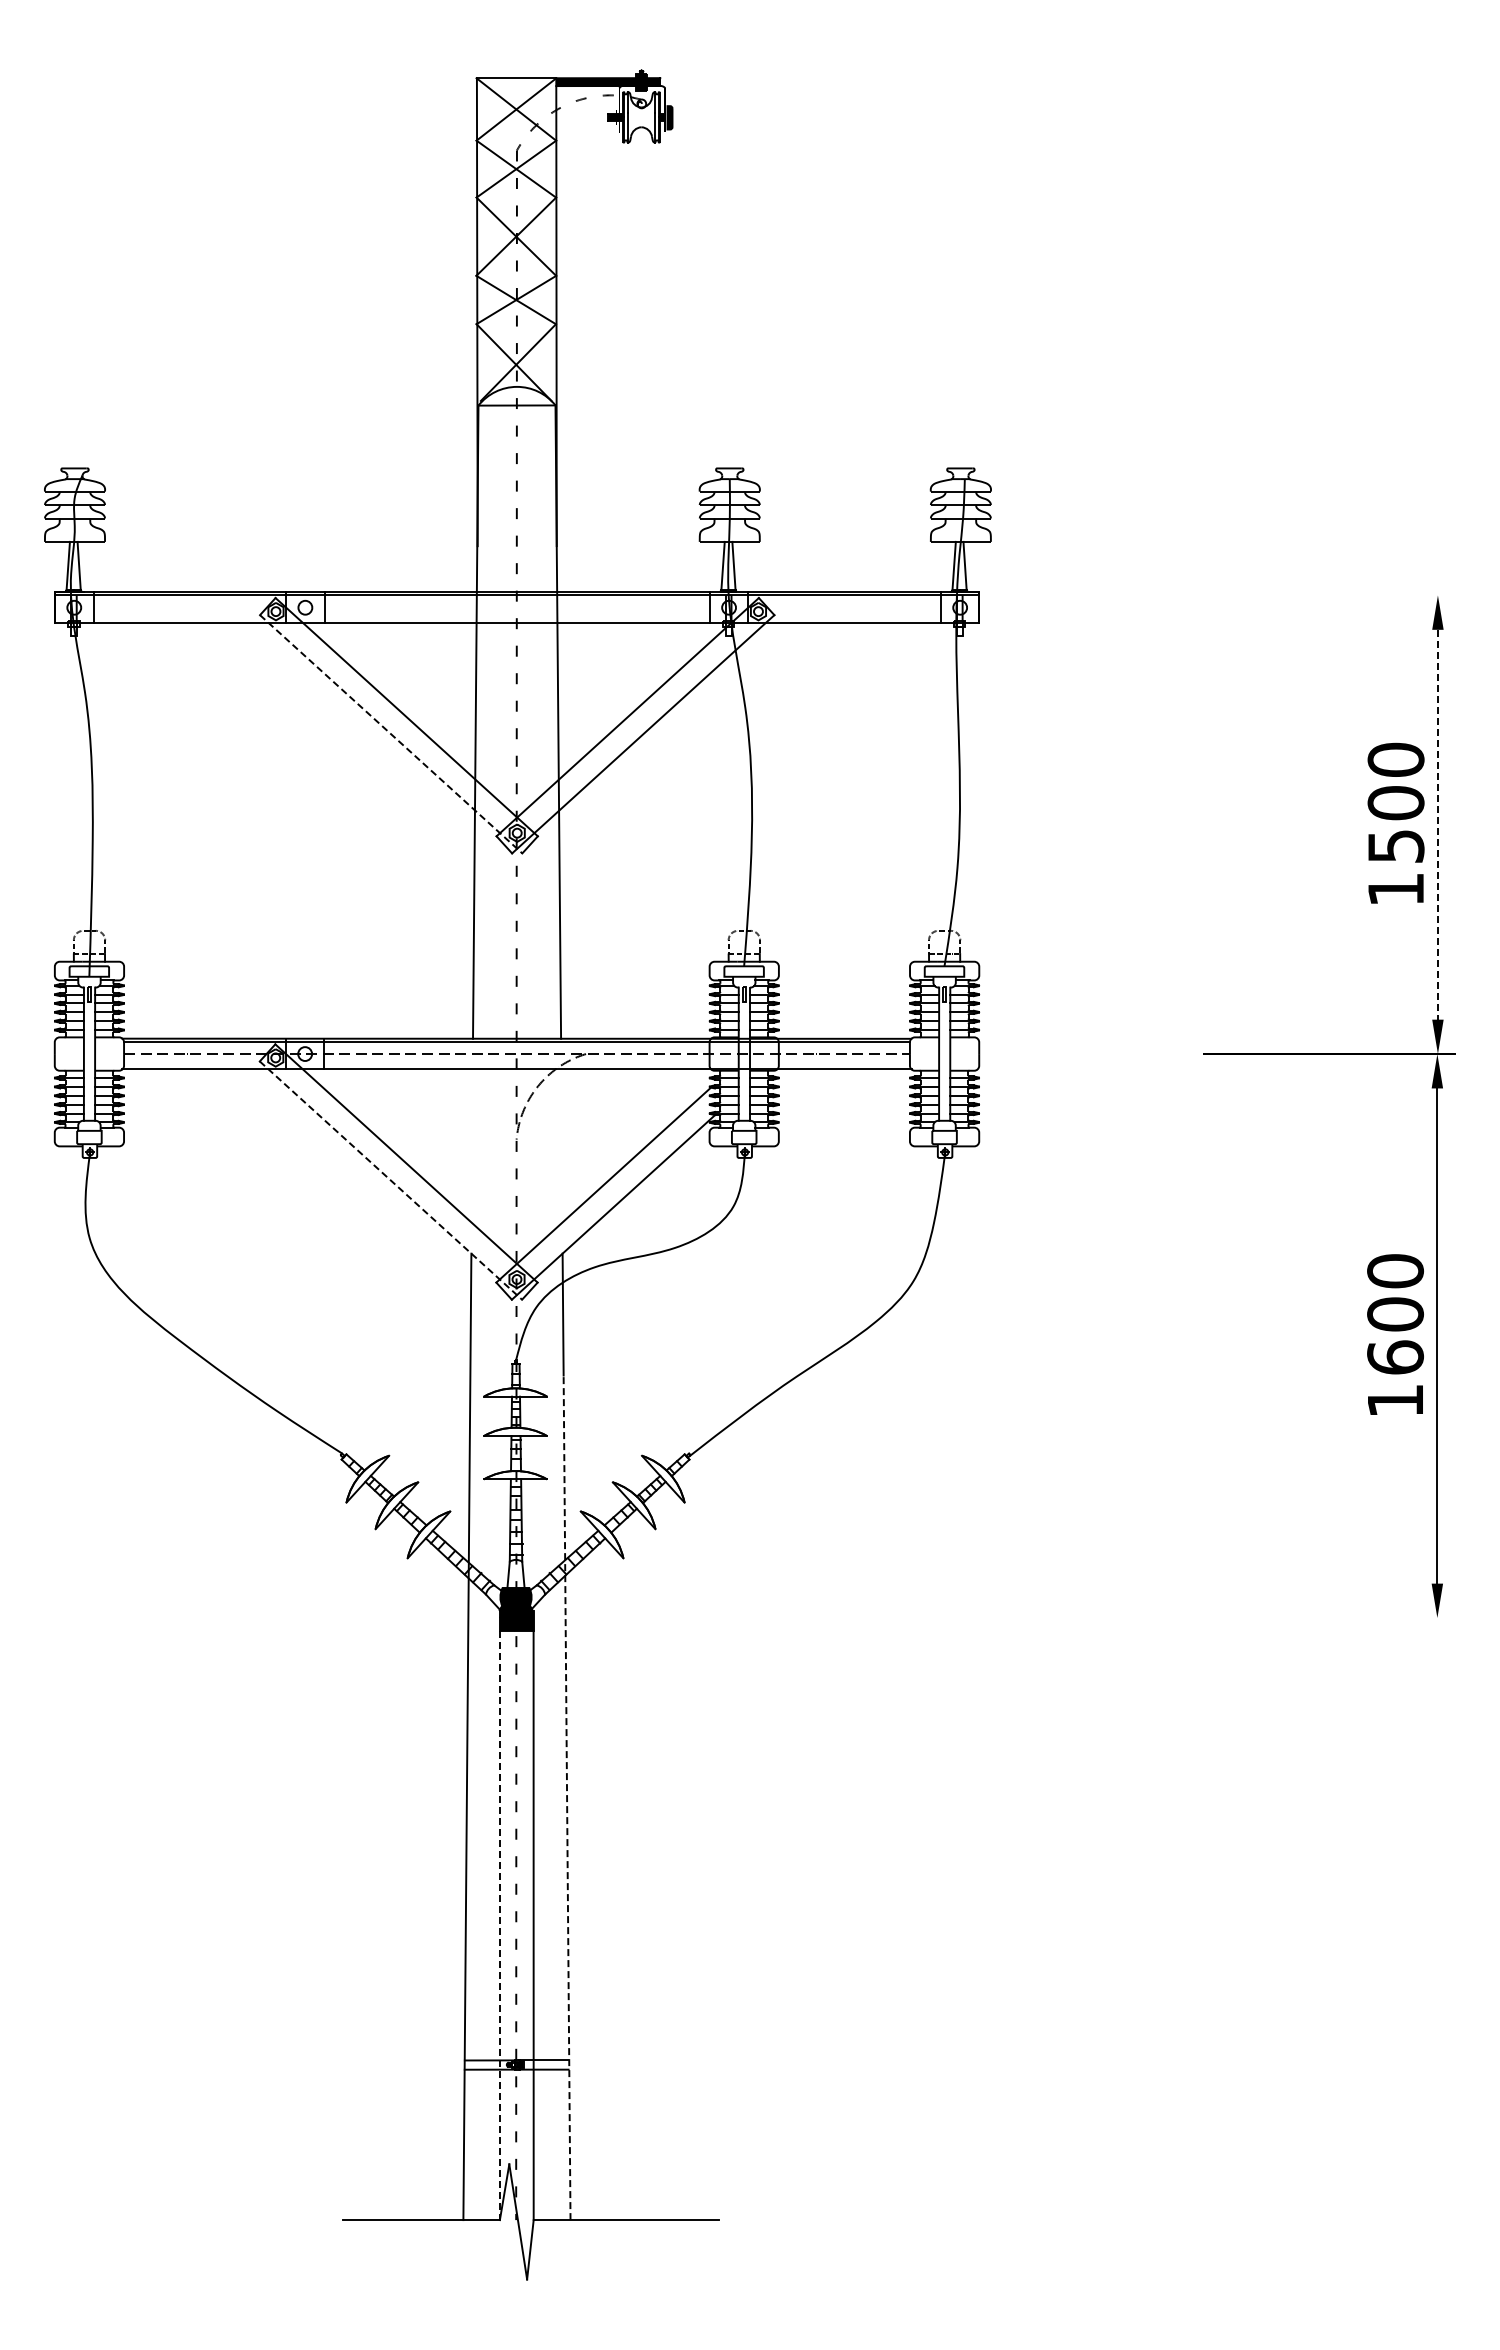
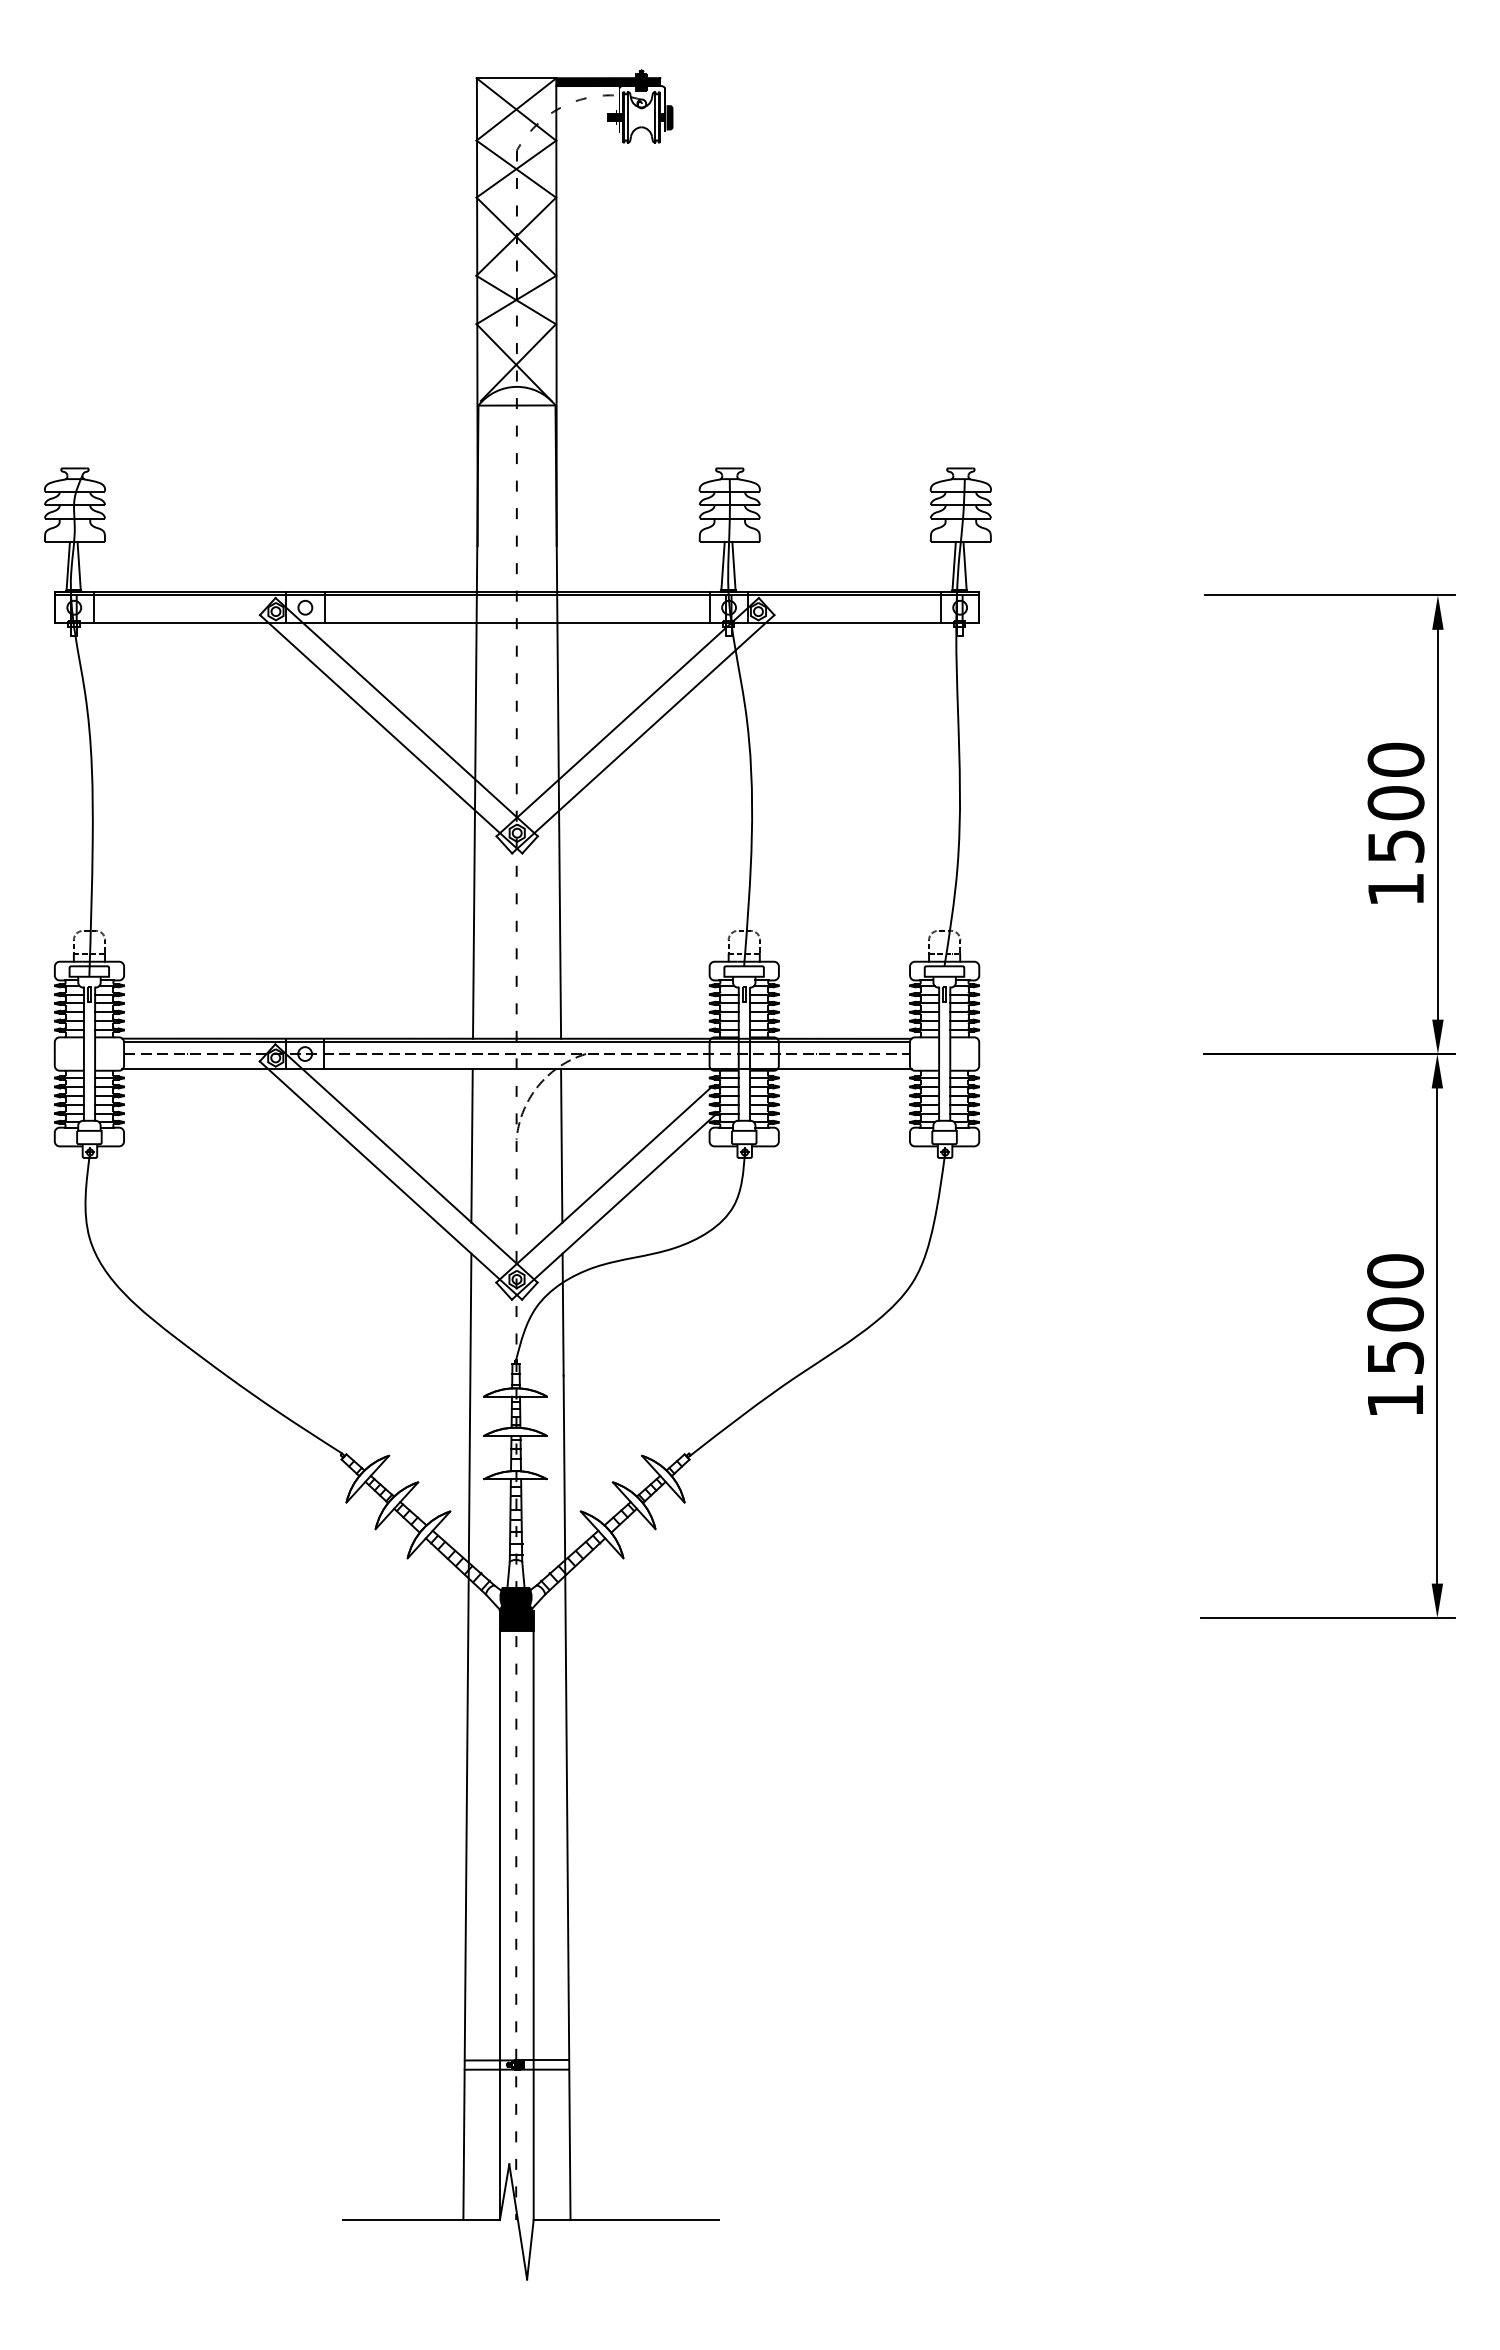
line at (1329, 595): none -> present
line at (391, 734): dashed -> solid
line at (1437, 824): dashed -> solid
line at (471, 1145): none -> present
line at (561, 1145): none -> present
line at (391, 1180): dashed -> solid
text at (1395, 1357): 1600 -> 1500
line at (1327, 1618): none -> present
line at (567, 1797): dashed -> solid
line at (499, 1926): dashed -> solid
